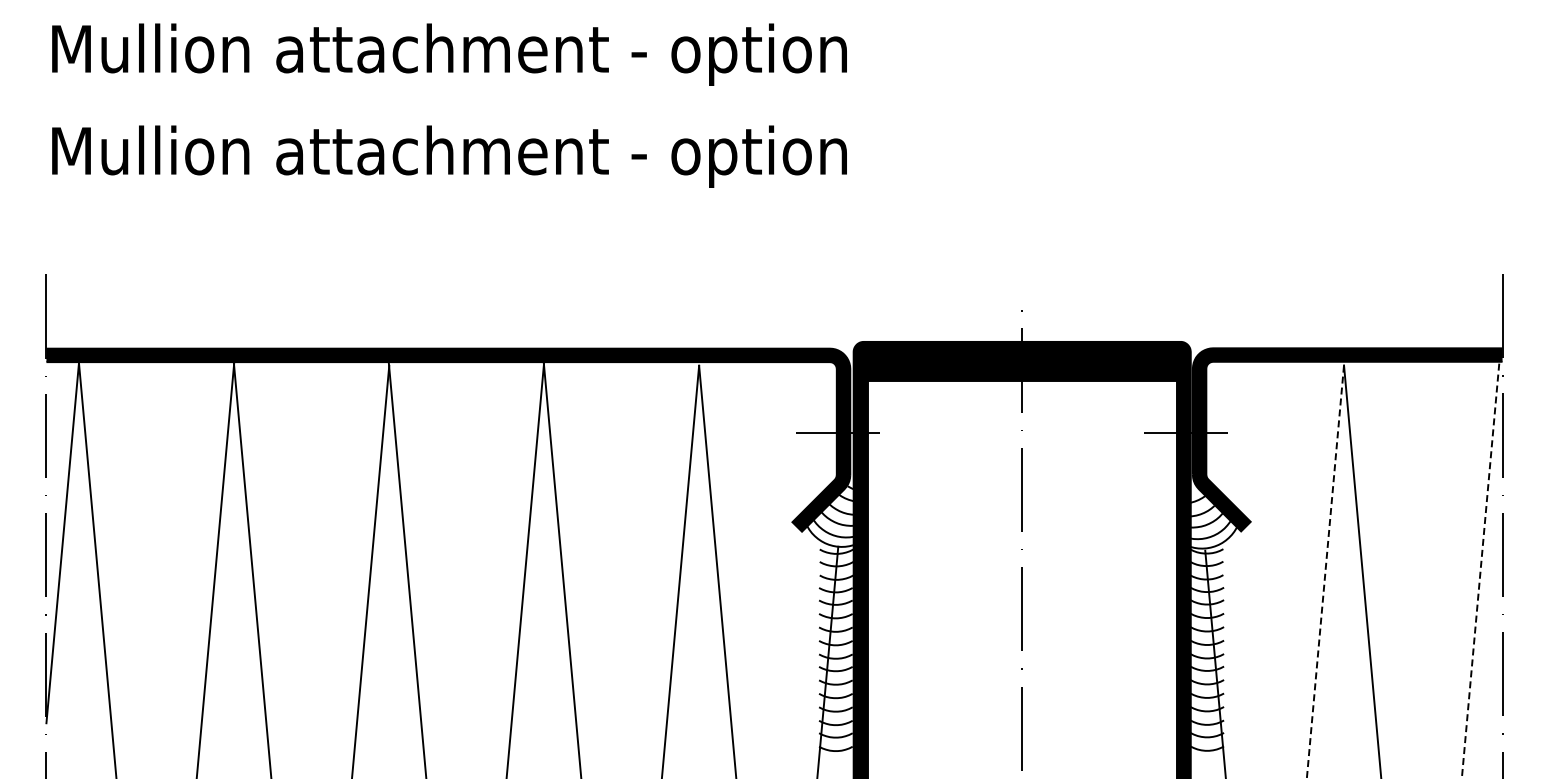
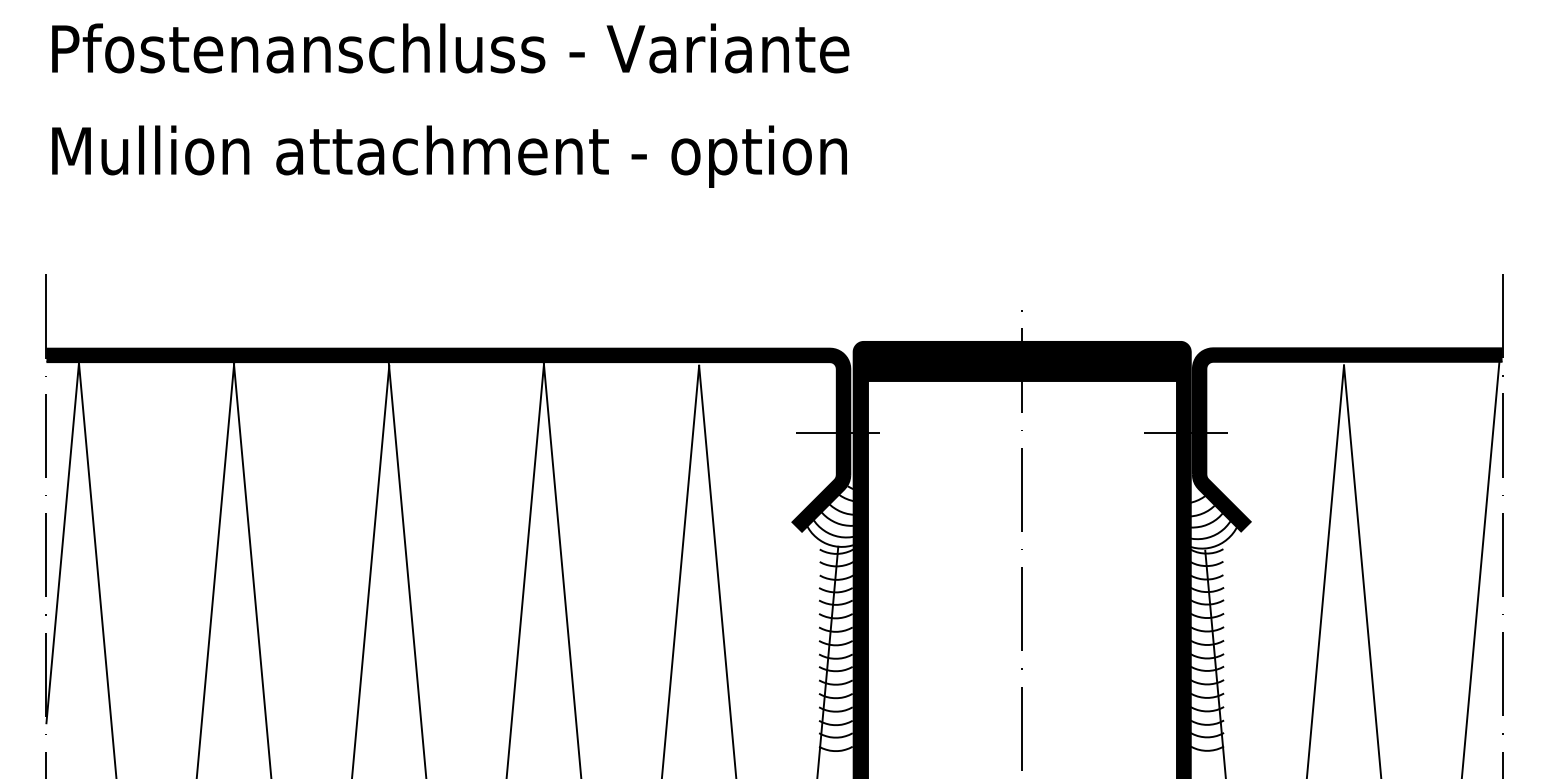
text at (453, 54): Mullion attachment - option -> Pfostenanschluss - Variante
line at (1480, 569): dashed -> solid
line at (1325, 571): dashed -> solid
